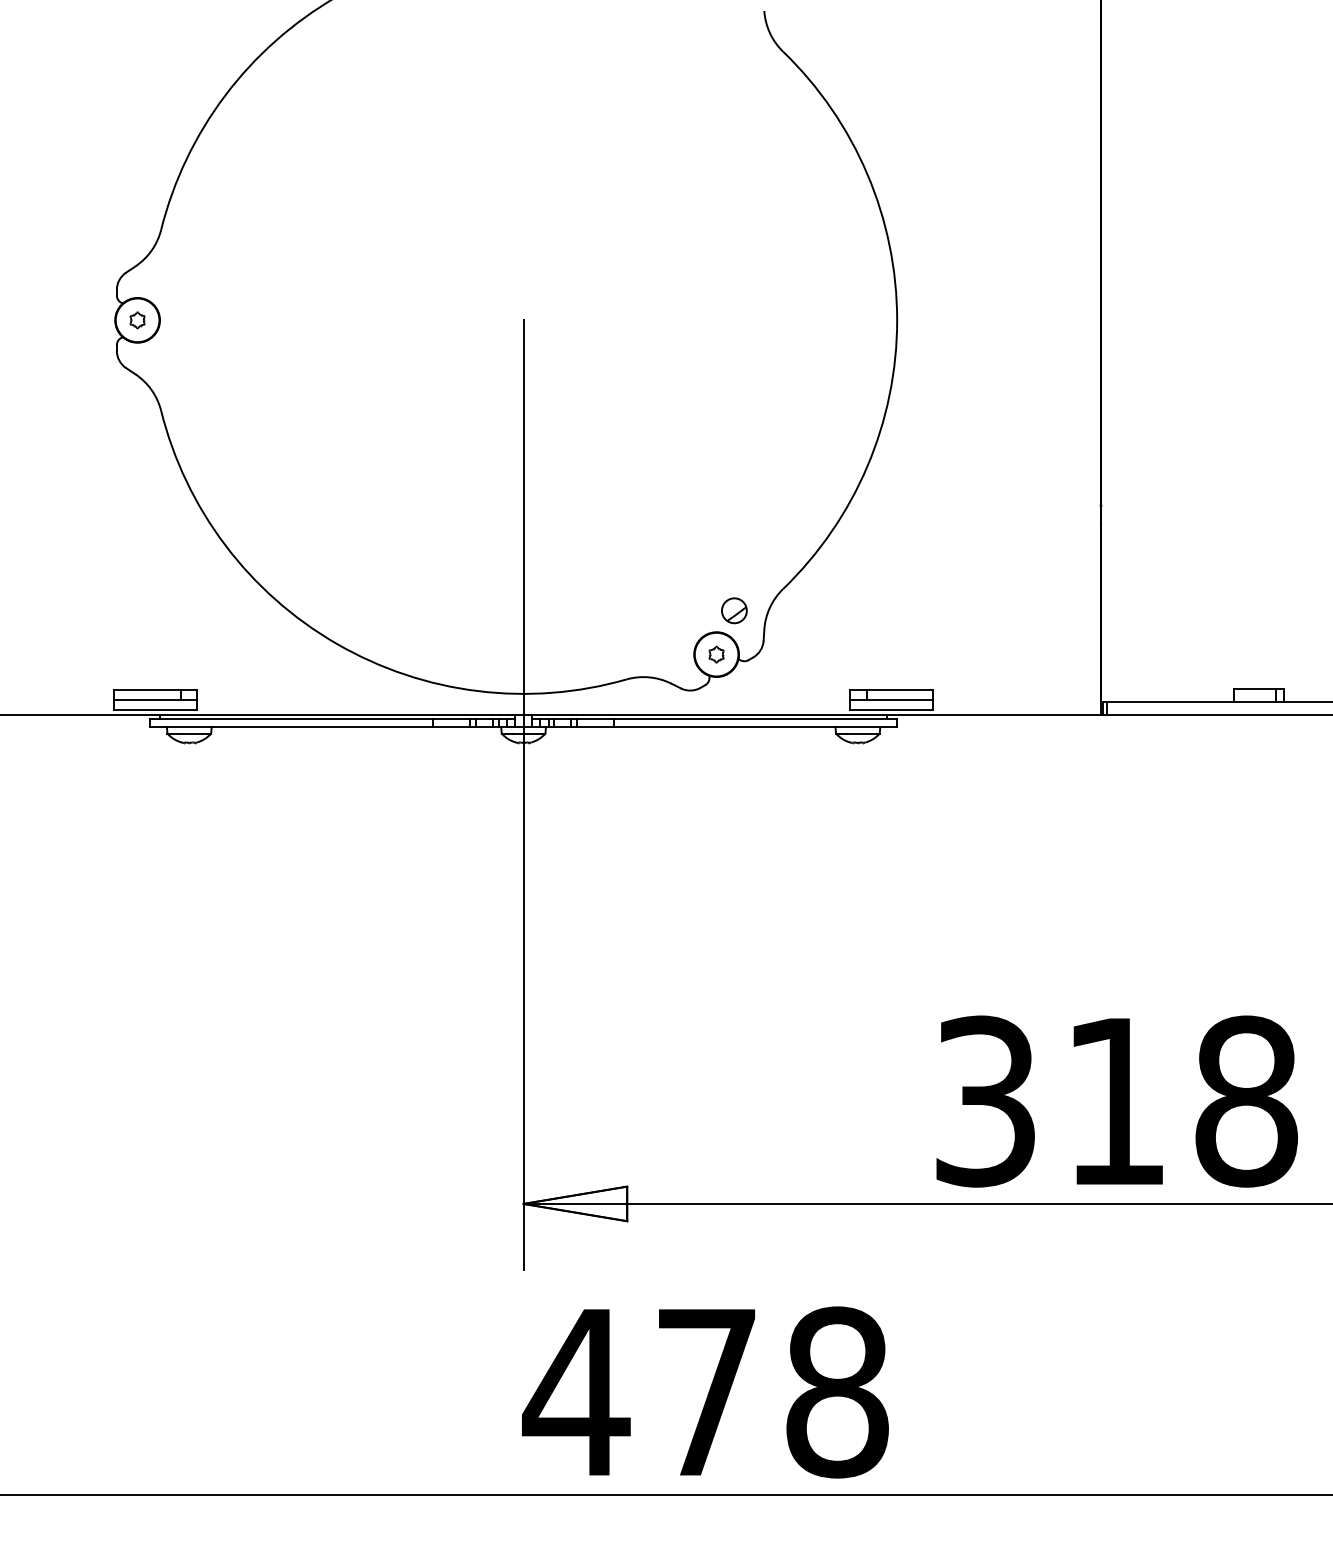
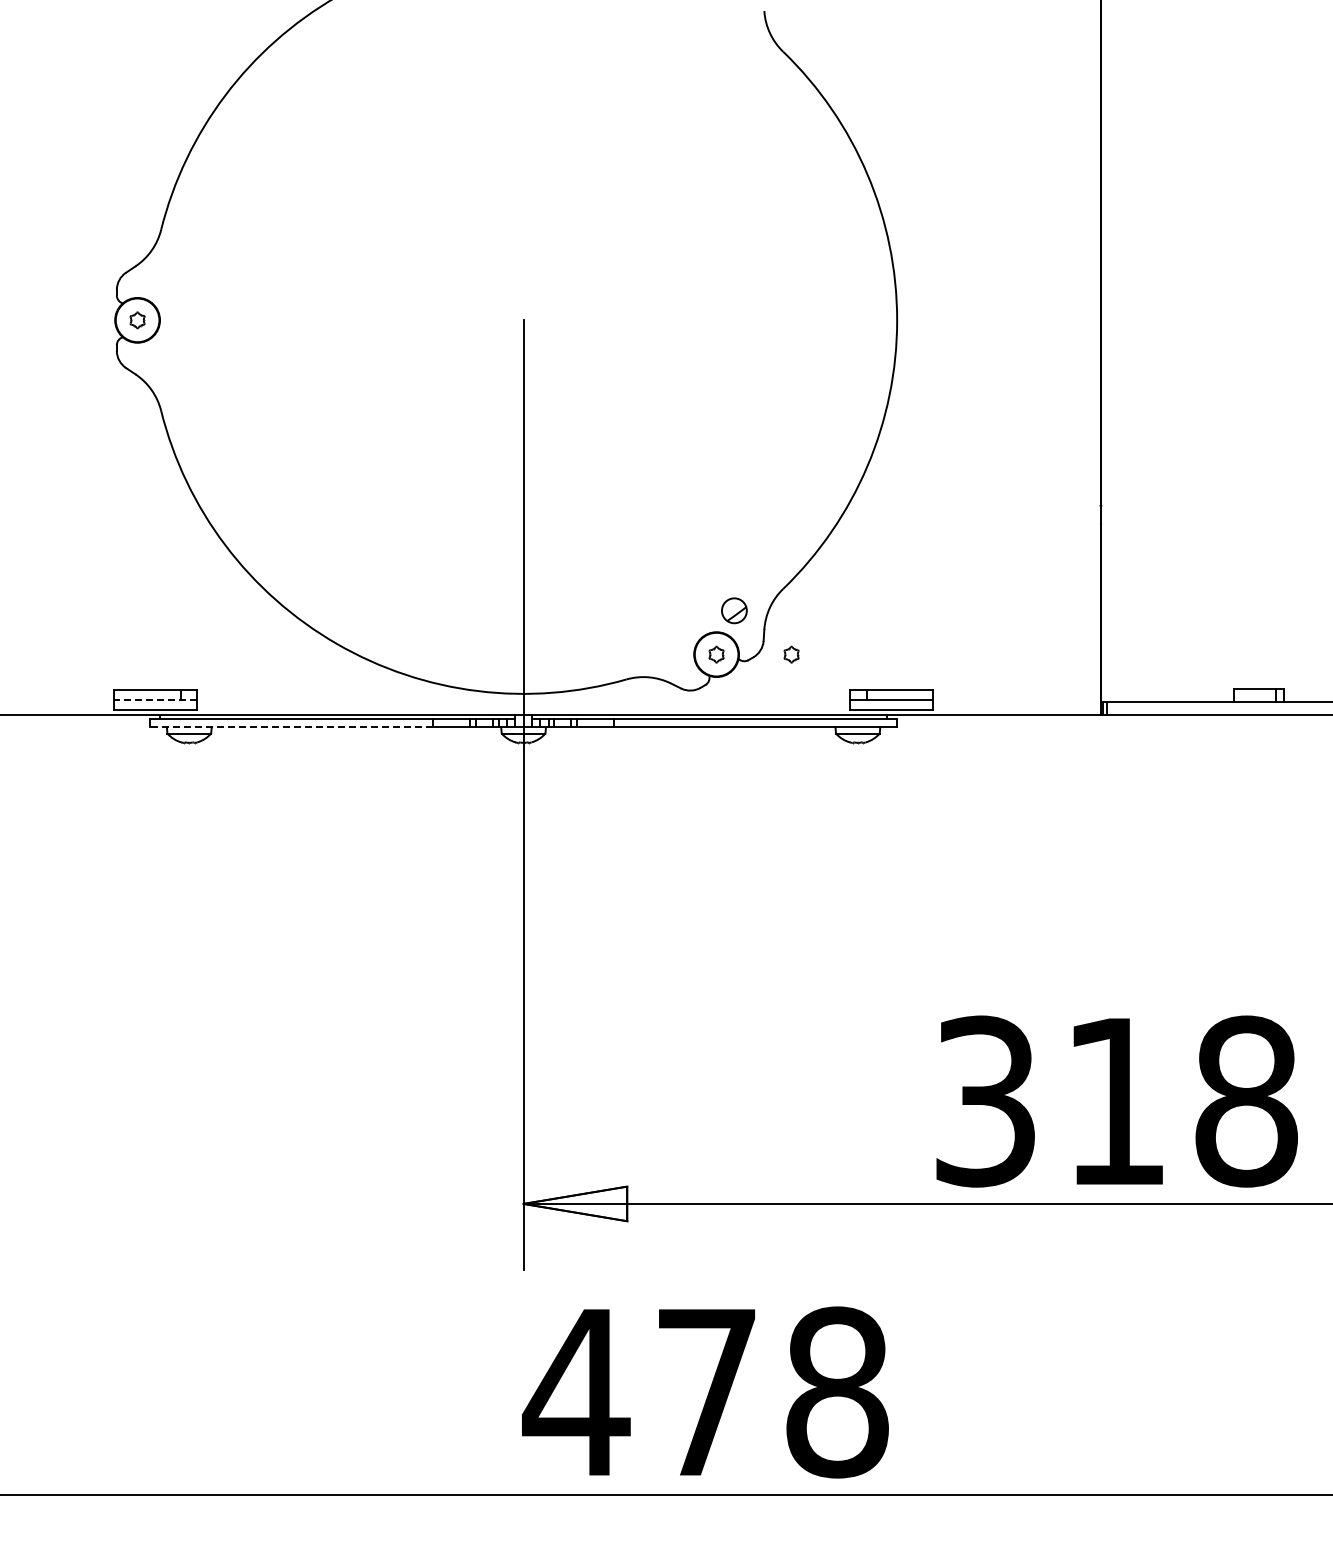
part at (791, 654): none -> present
line at (155, 699): solid -> dashed
line at (291, 727): solid -> dashed
